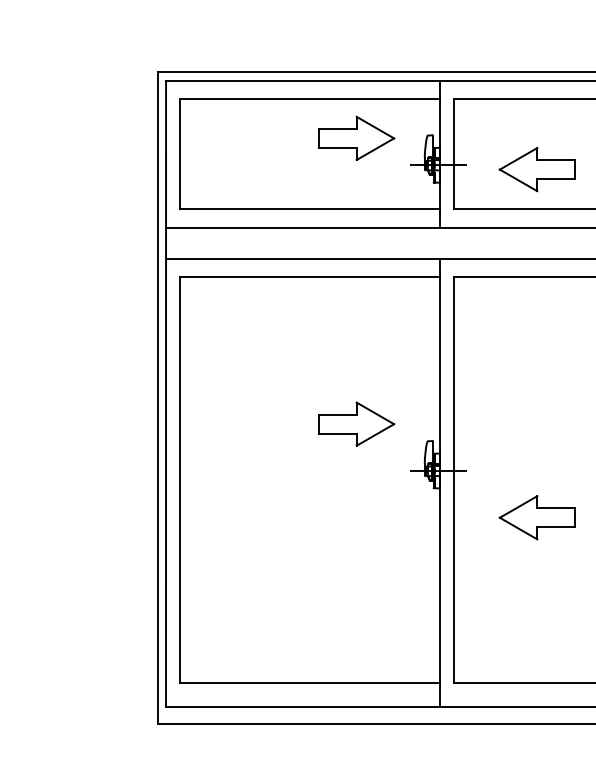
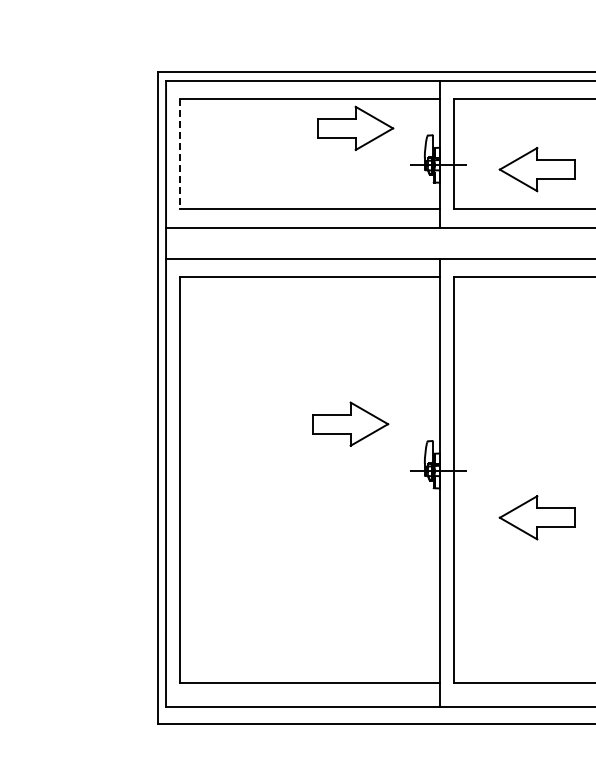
part at (356, 138) position: (356, 138) -> (355, 128)
line at (180, 154): solid -> dashed
part at (356, 423) position: (356, 423) -> (350, 423)
